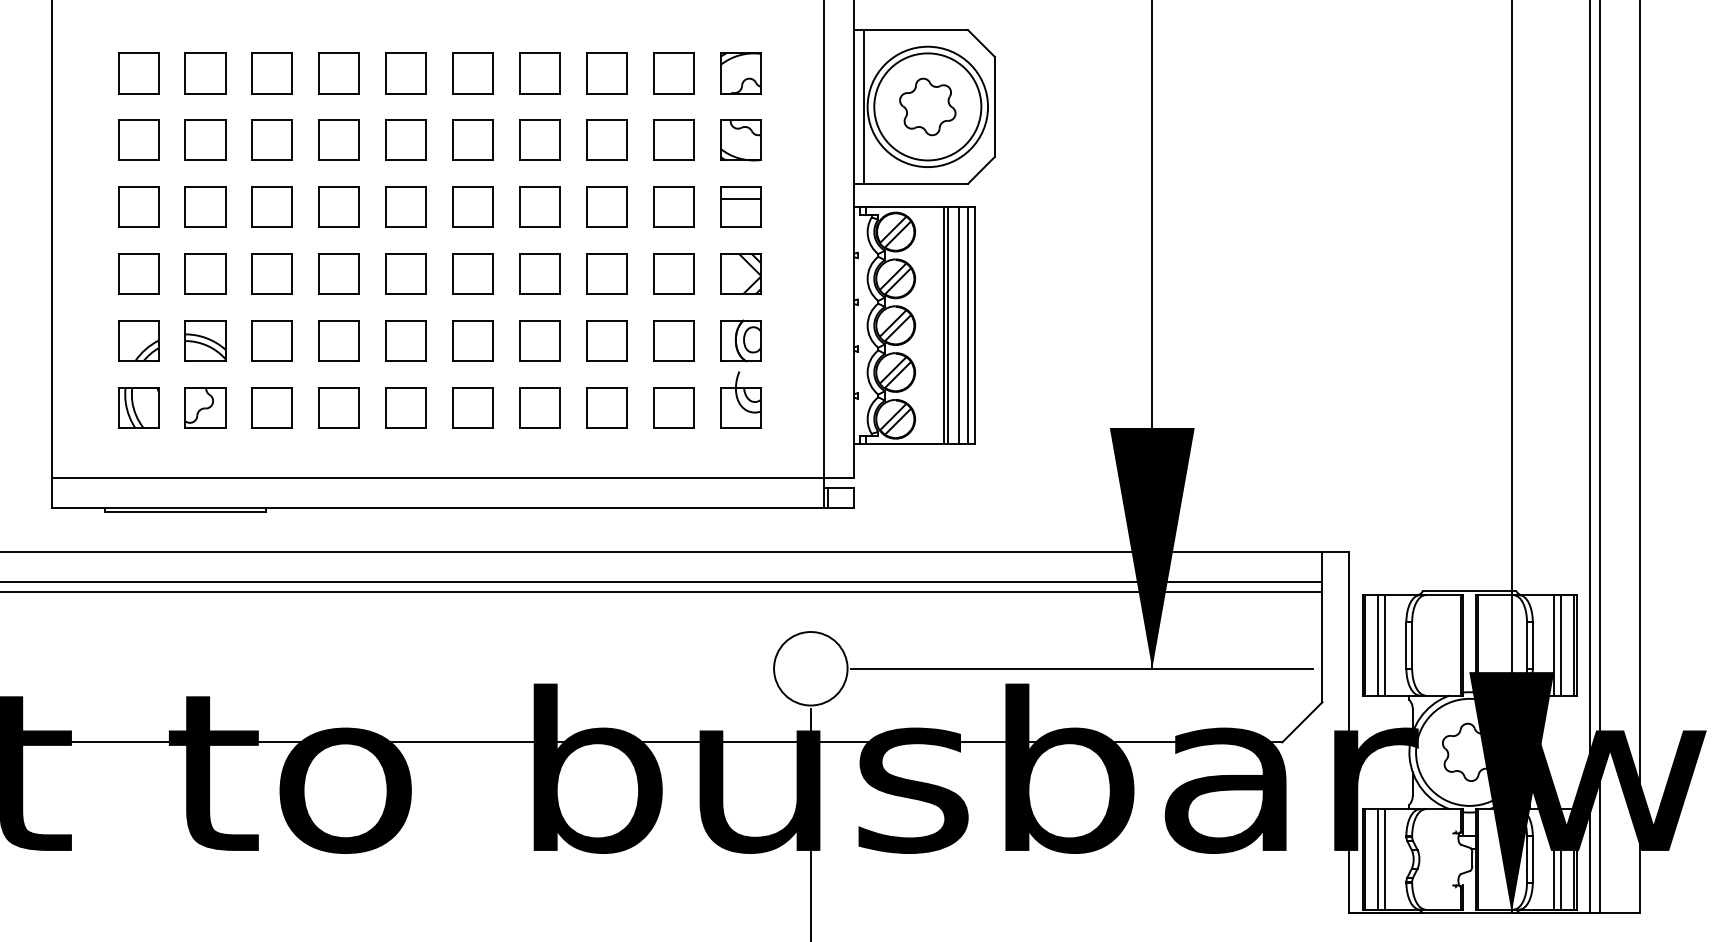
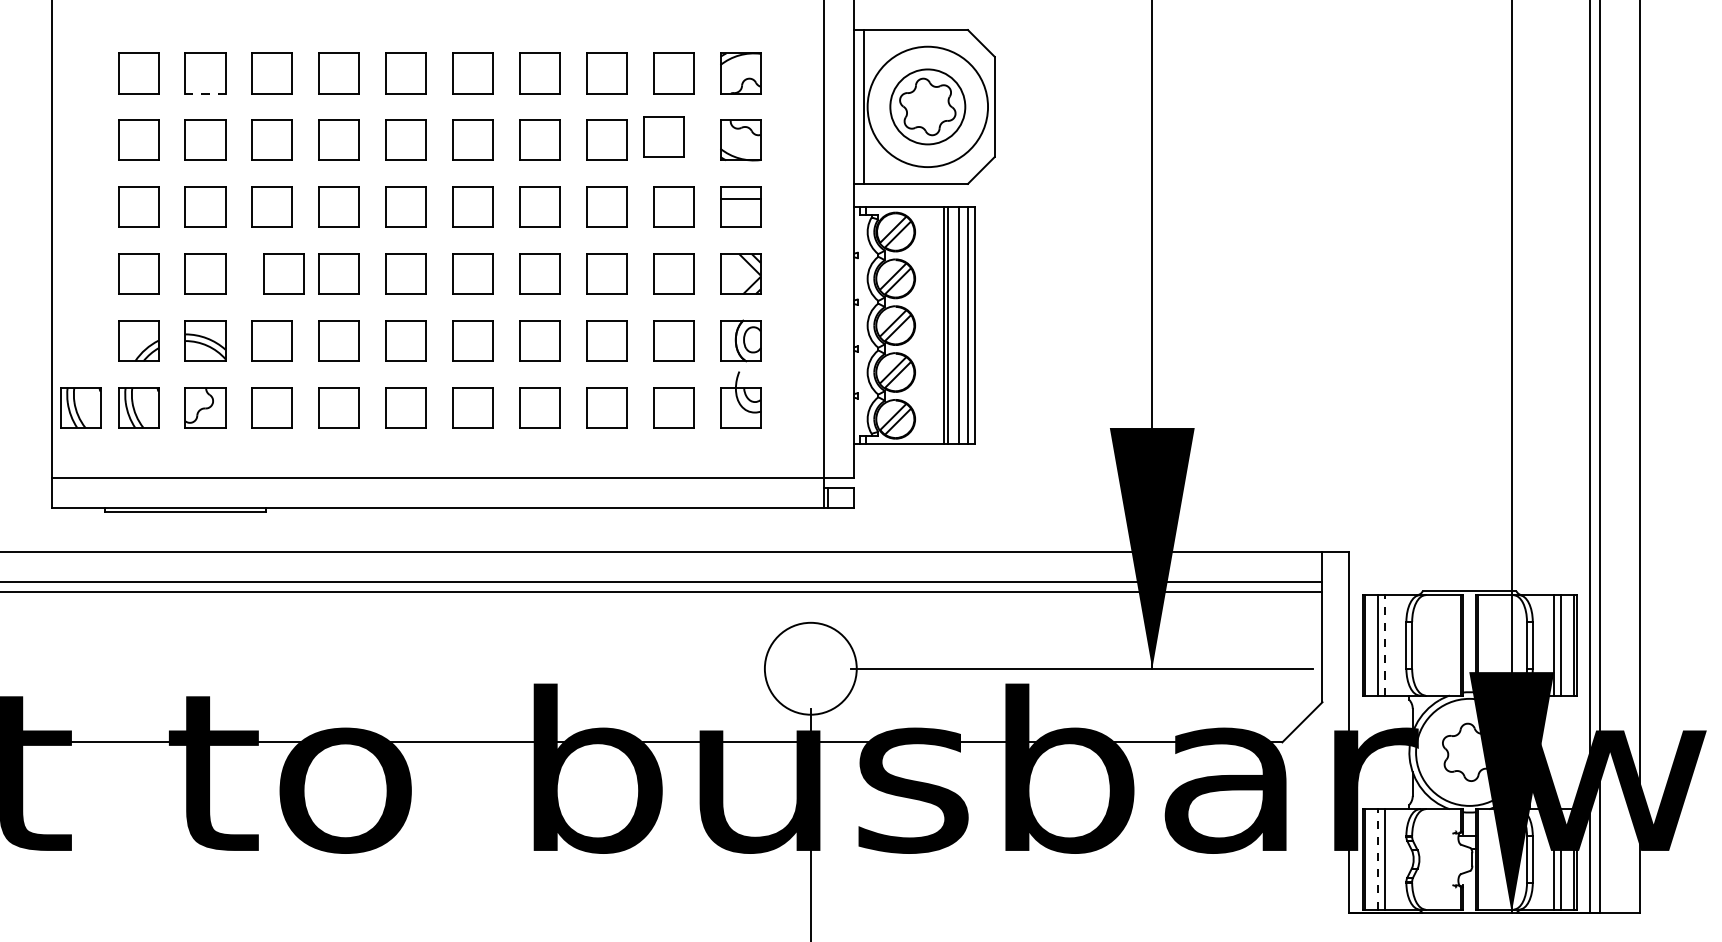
line at (205, 93): solid -> dashed
circle at (927, 106) diameter: 107 px -> 75 px
part at (673, 139) position: (673, 139) -> (663, 136)
part at (271, 273) position: (271, 273) -> (283, 273)
part at (80, 407): none -> present
line at (1384, 644): solid -> dashed
circle at (810, 668) diameter: 74 px -> 92 px
line at (1378, 858): solid -> dashed
